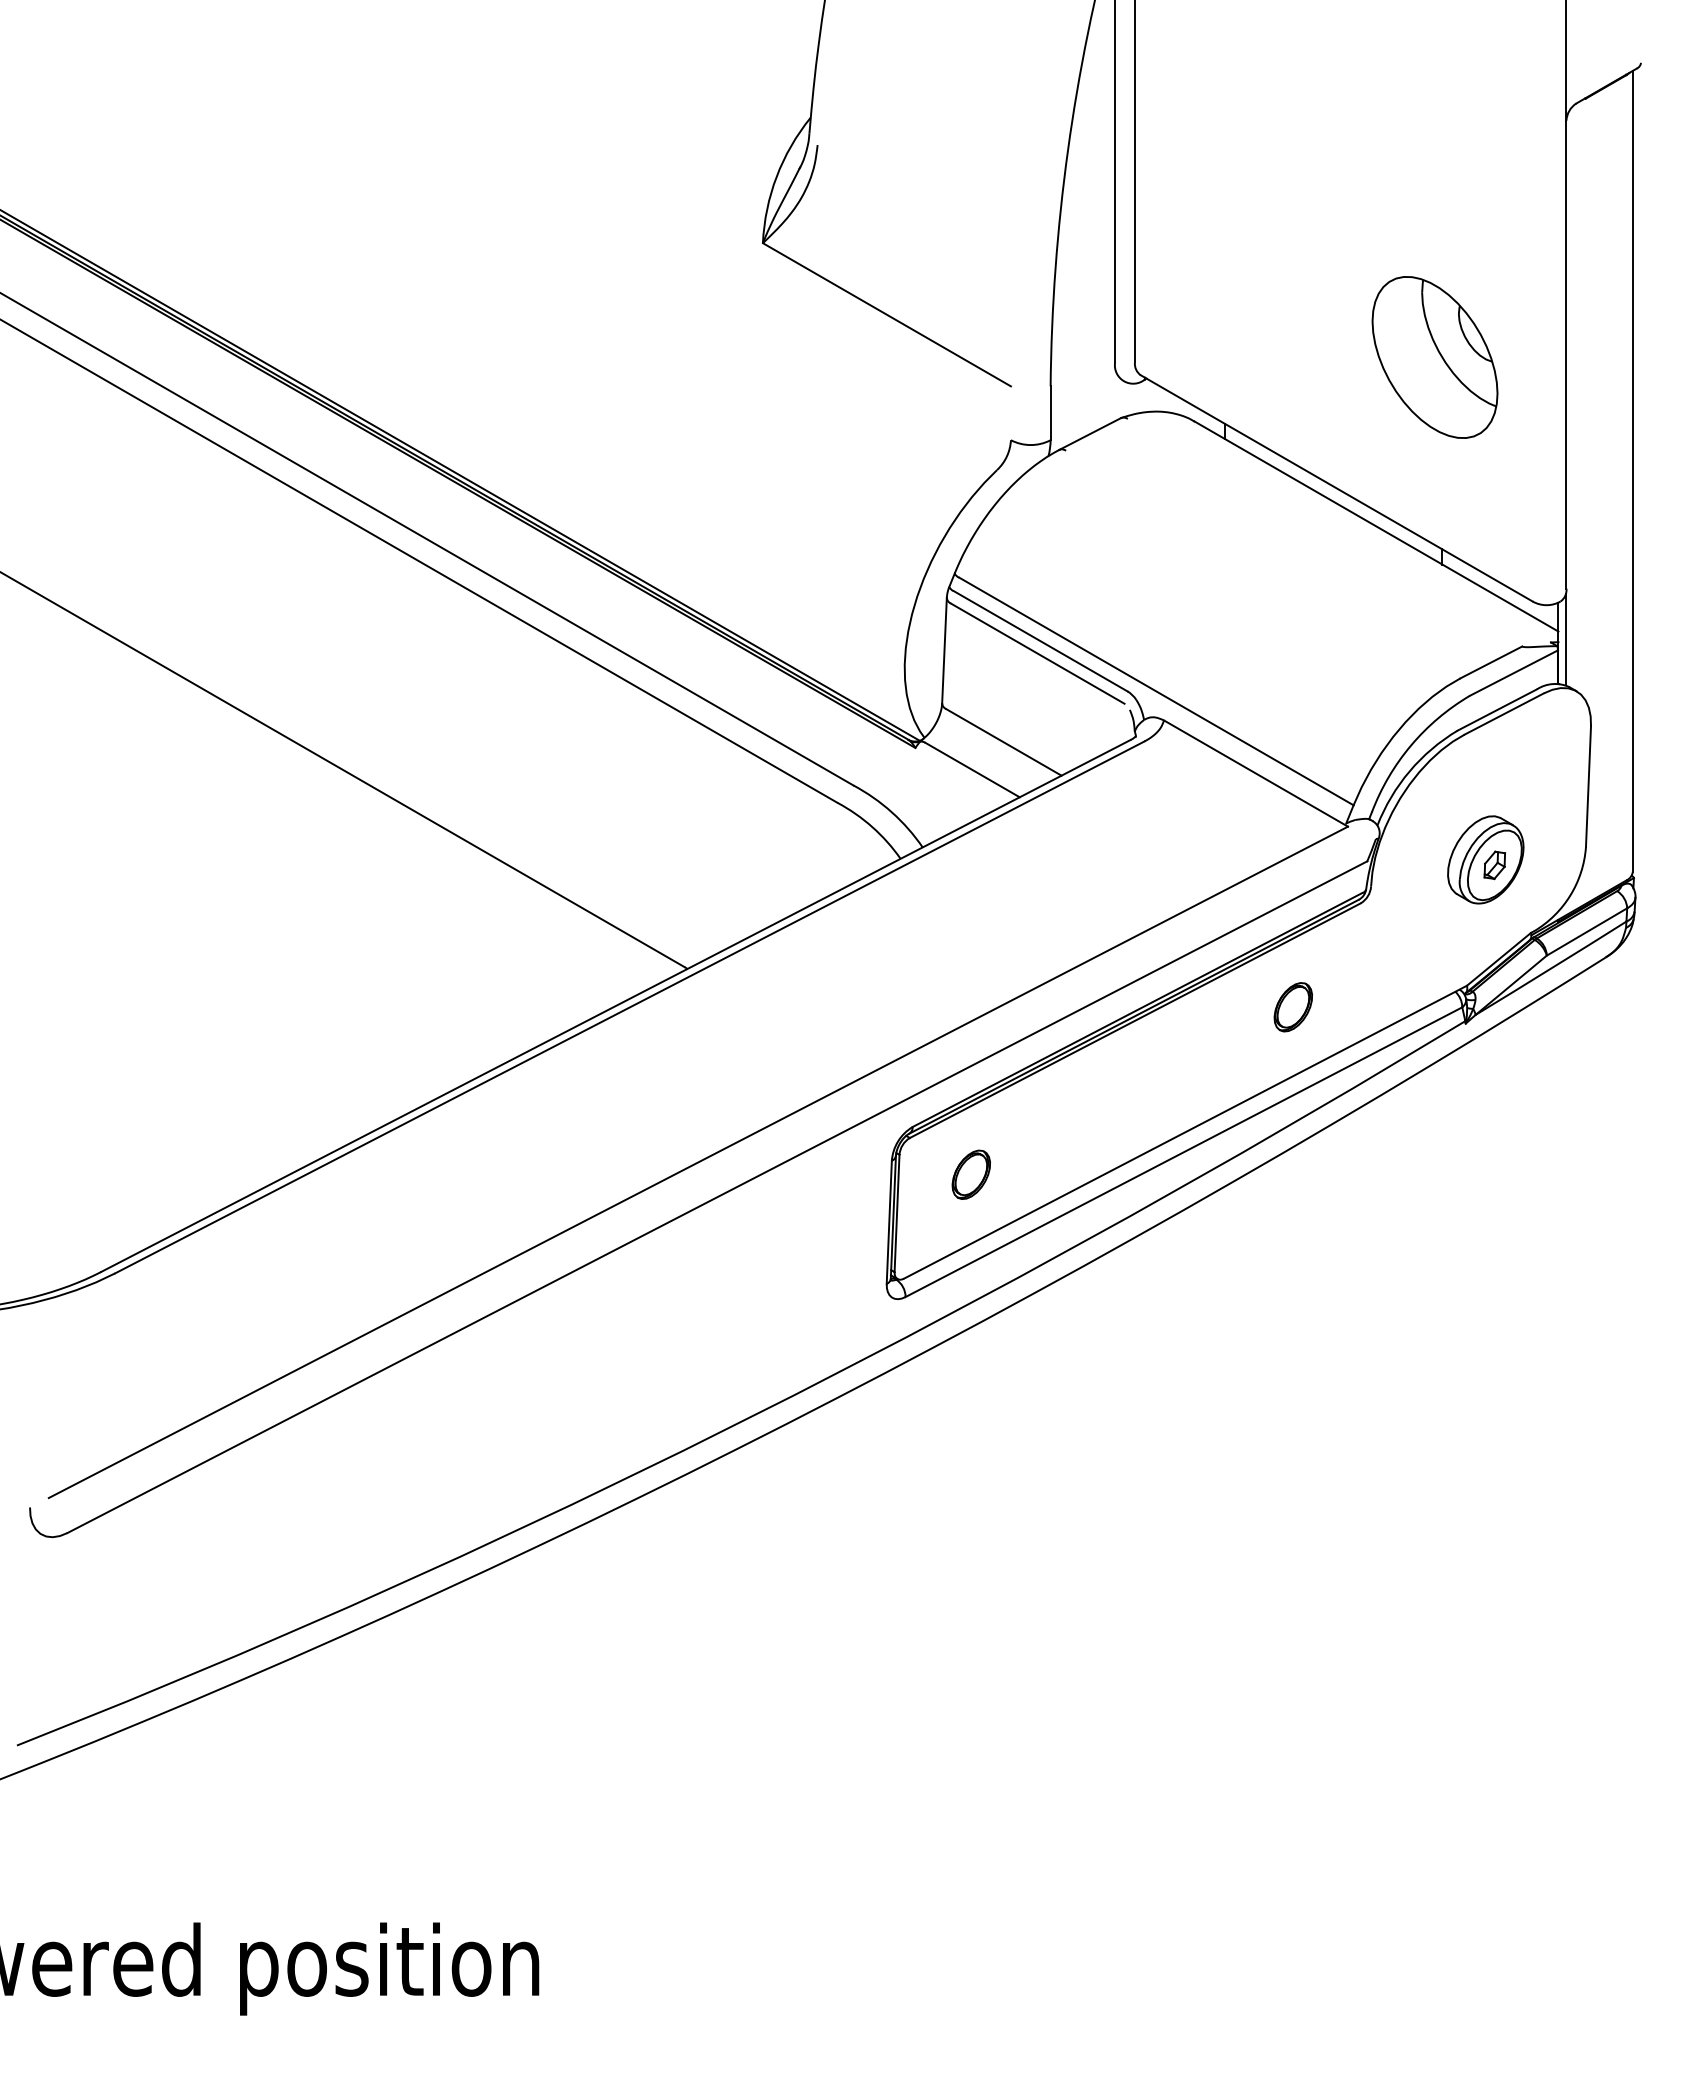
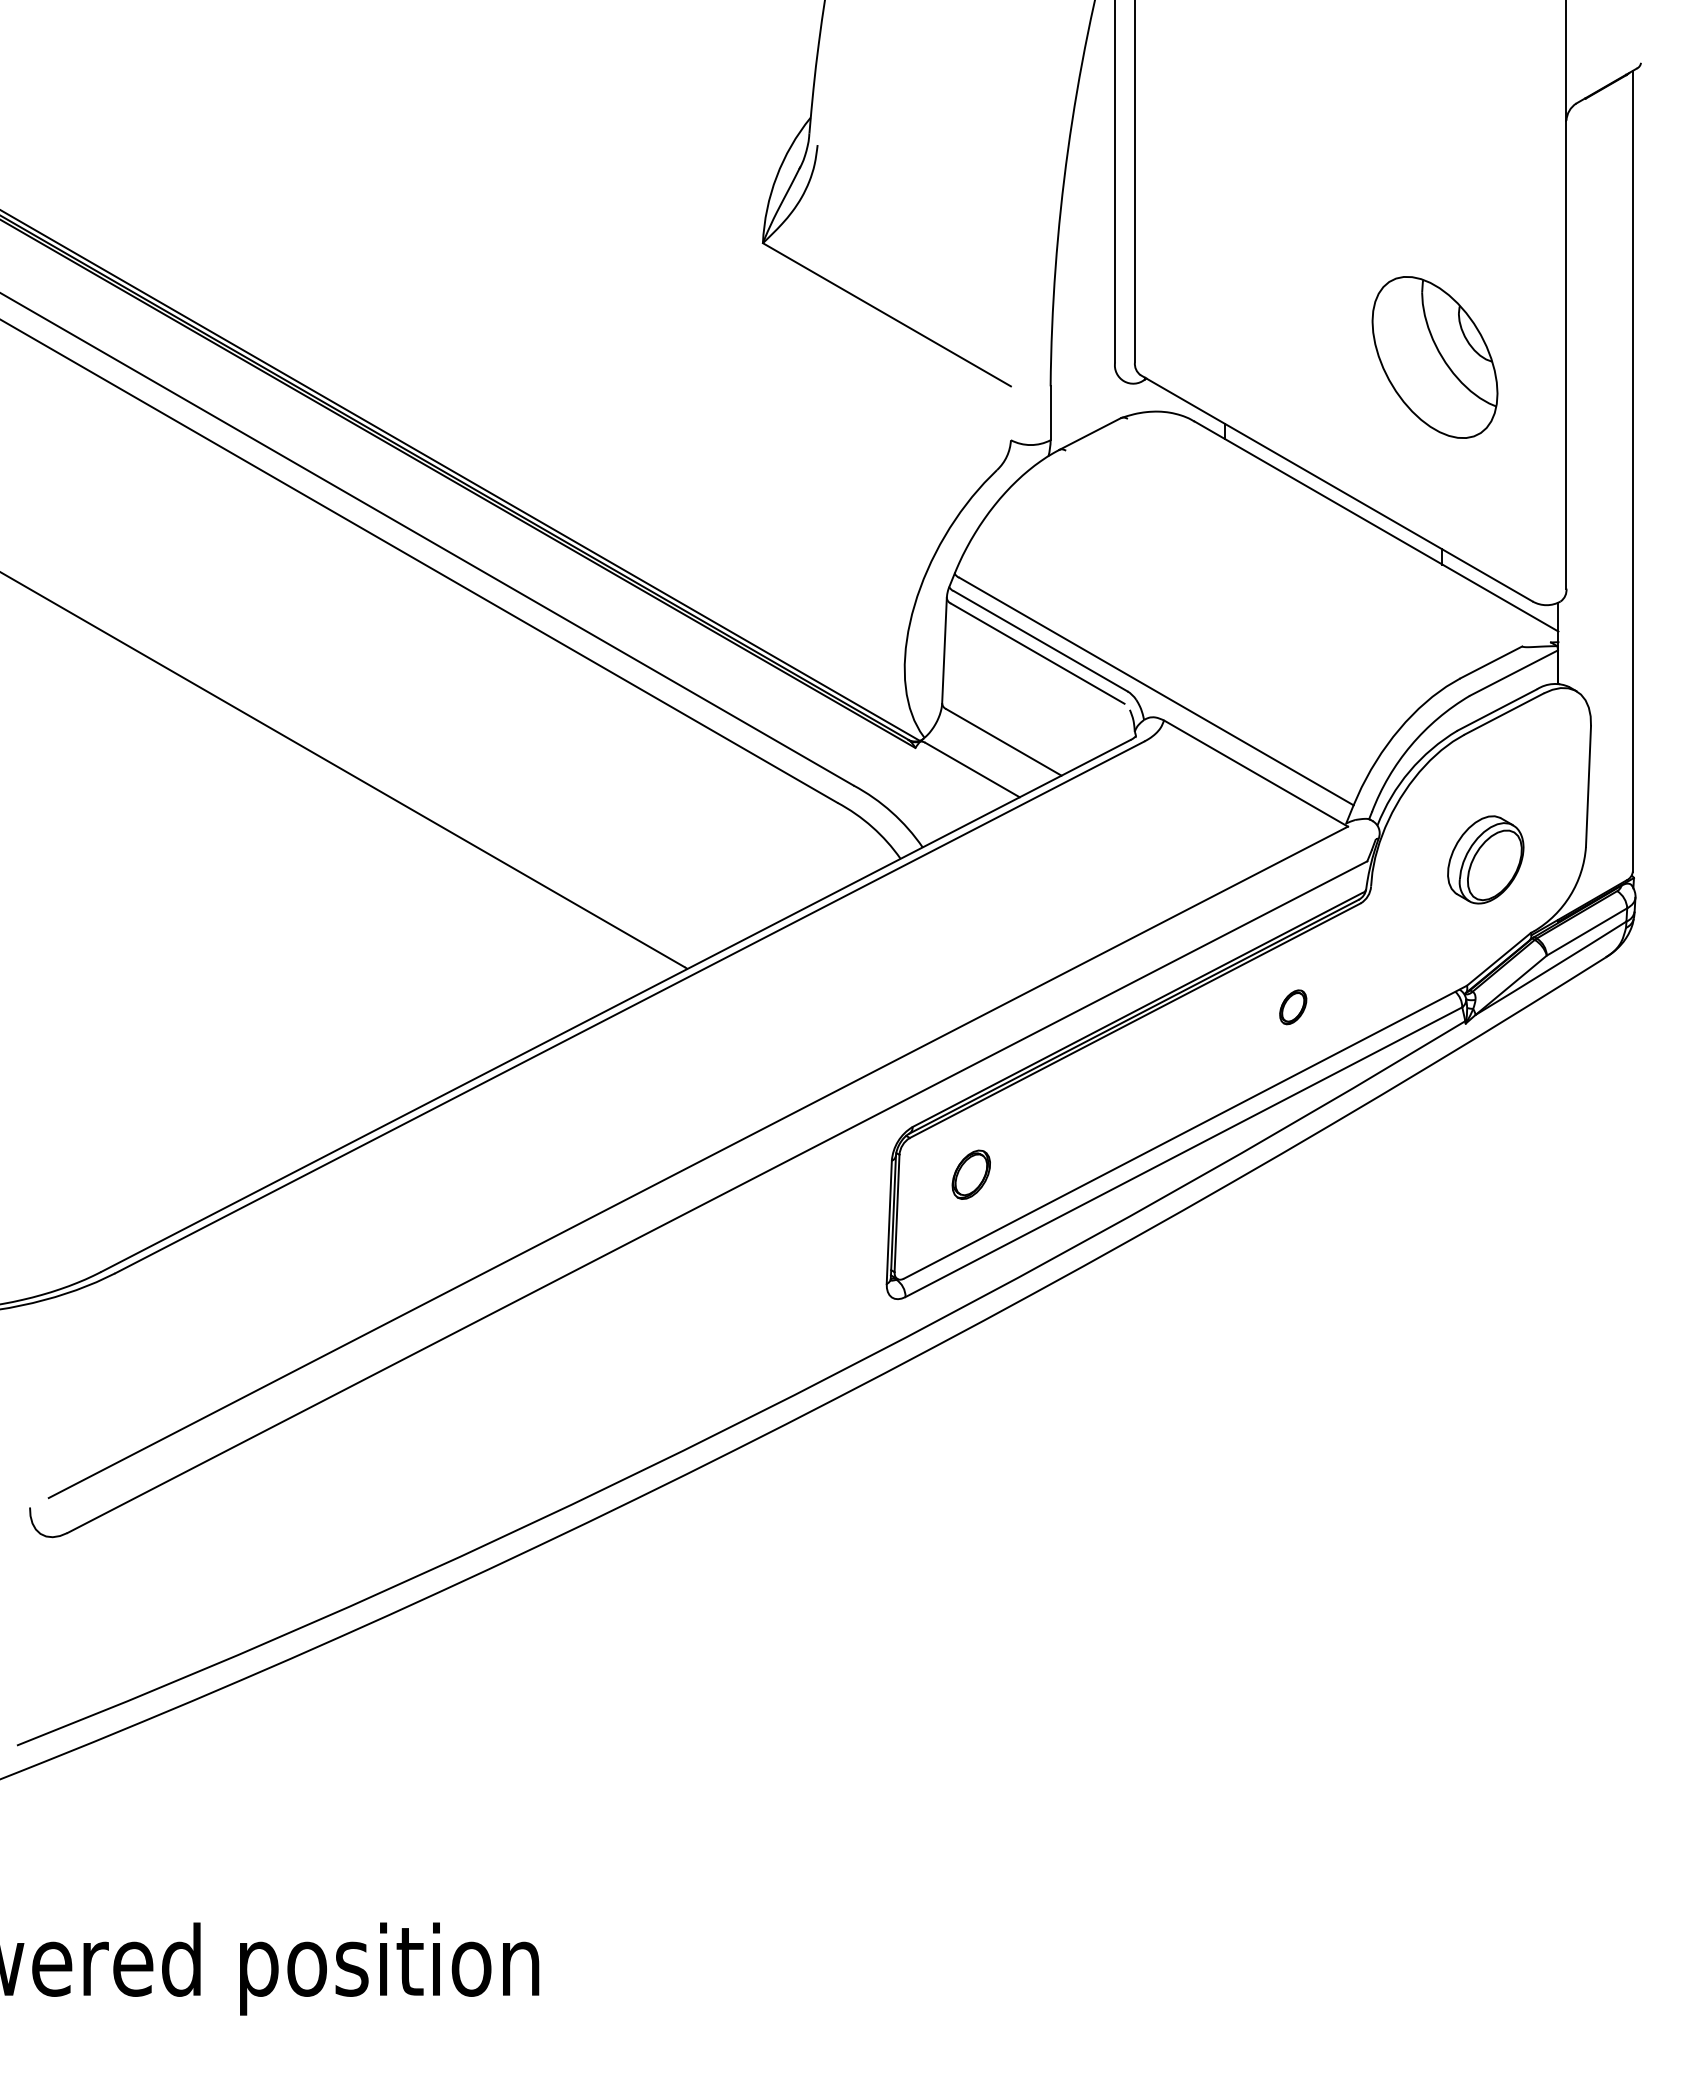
line at (1565, 639): present -> none
part at (1494, 865): present -> none
part at (1292, 1007) size: 40x51 px -> 29x37 px
